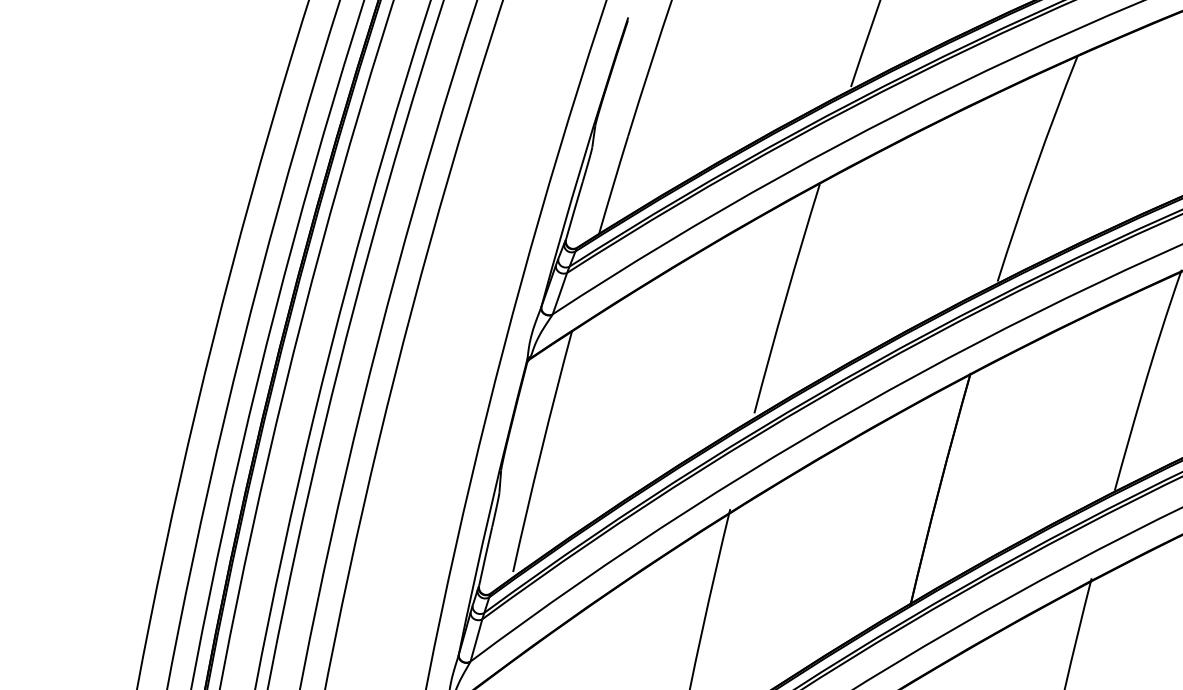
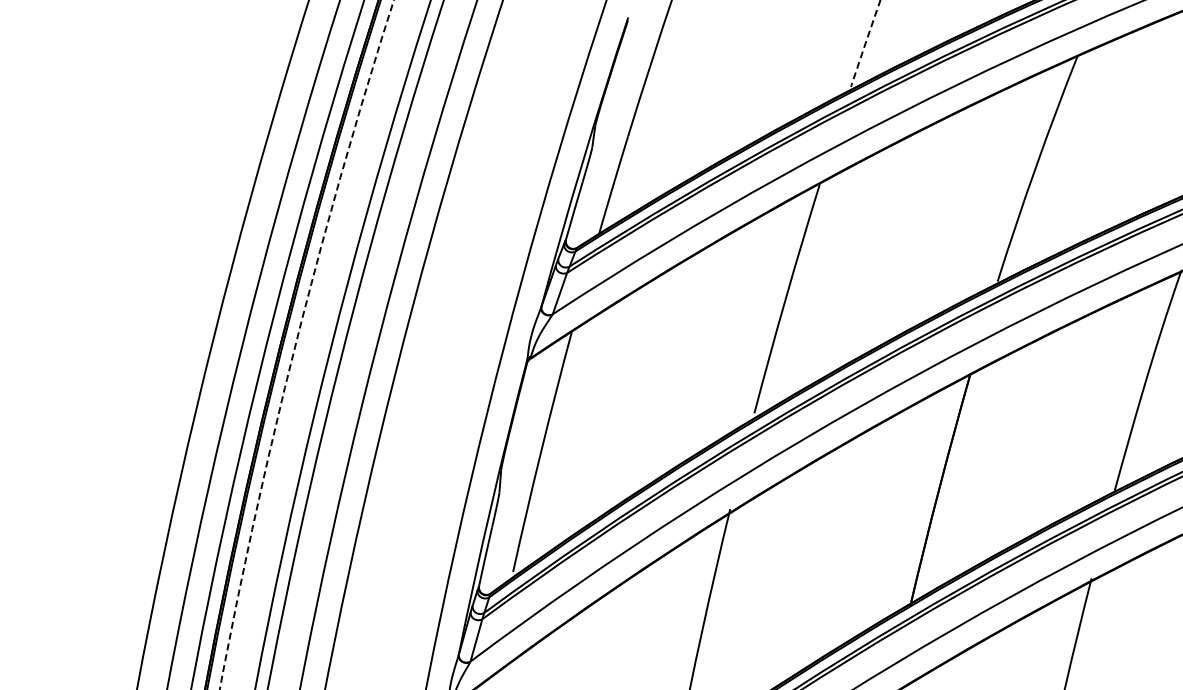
arc at (865, 43): solid -> dashed
circle at (306, 344): solid -> dashed
